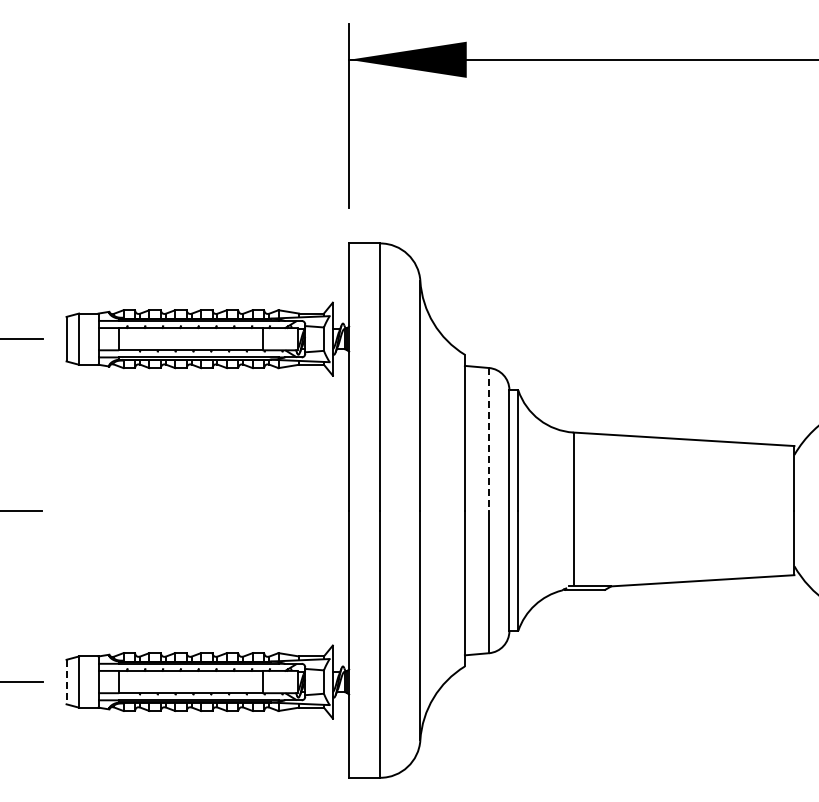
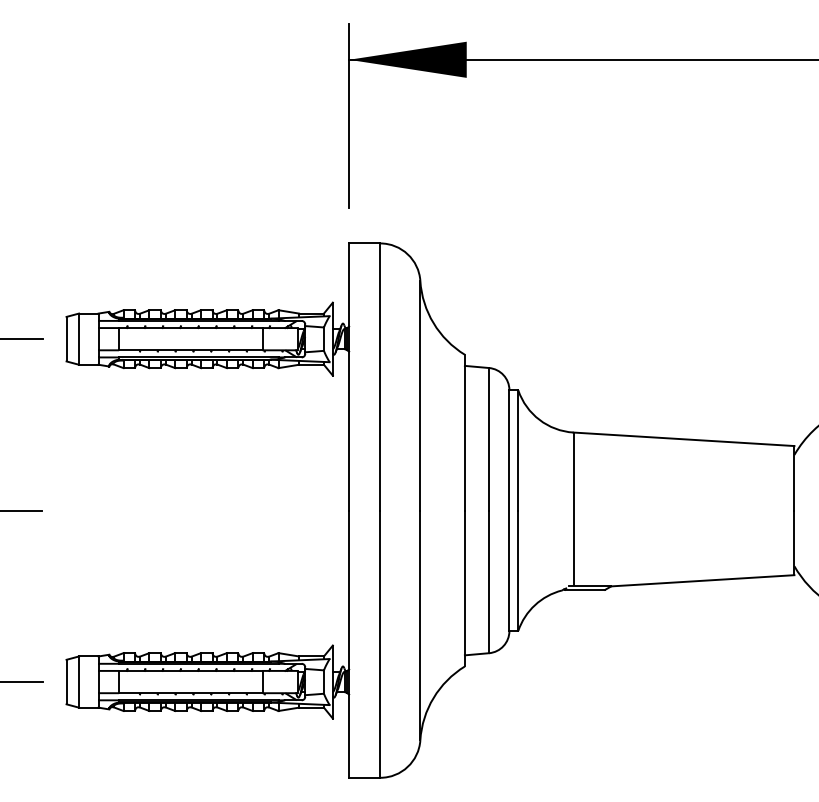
line at (489, 439): dashed -> solid
line at (66, 682): dashed -> solid
